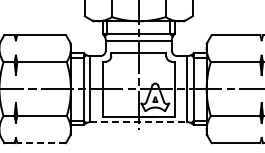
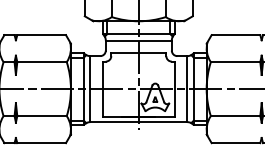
line at (138, 122): dashed -> solid
line at (41, 143): dashed -> solid
